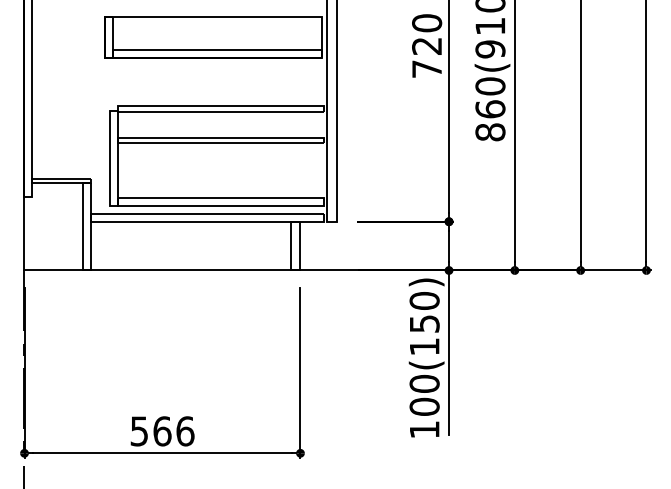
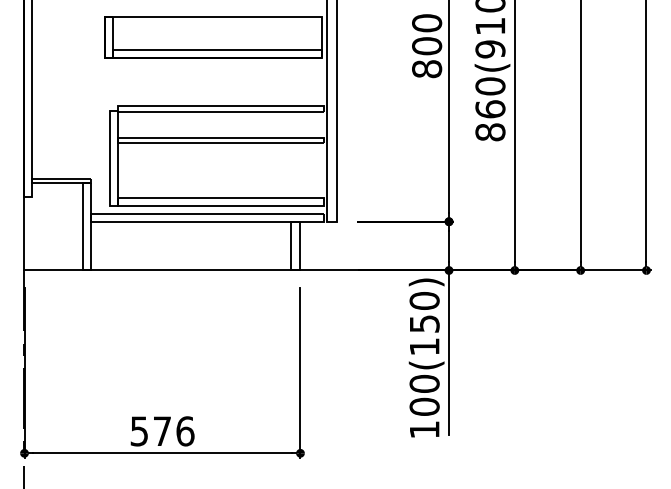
text at (427, 57): 720 -> 800
text at (162, 431): 566 -> 576
